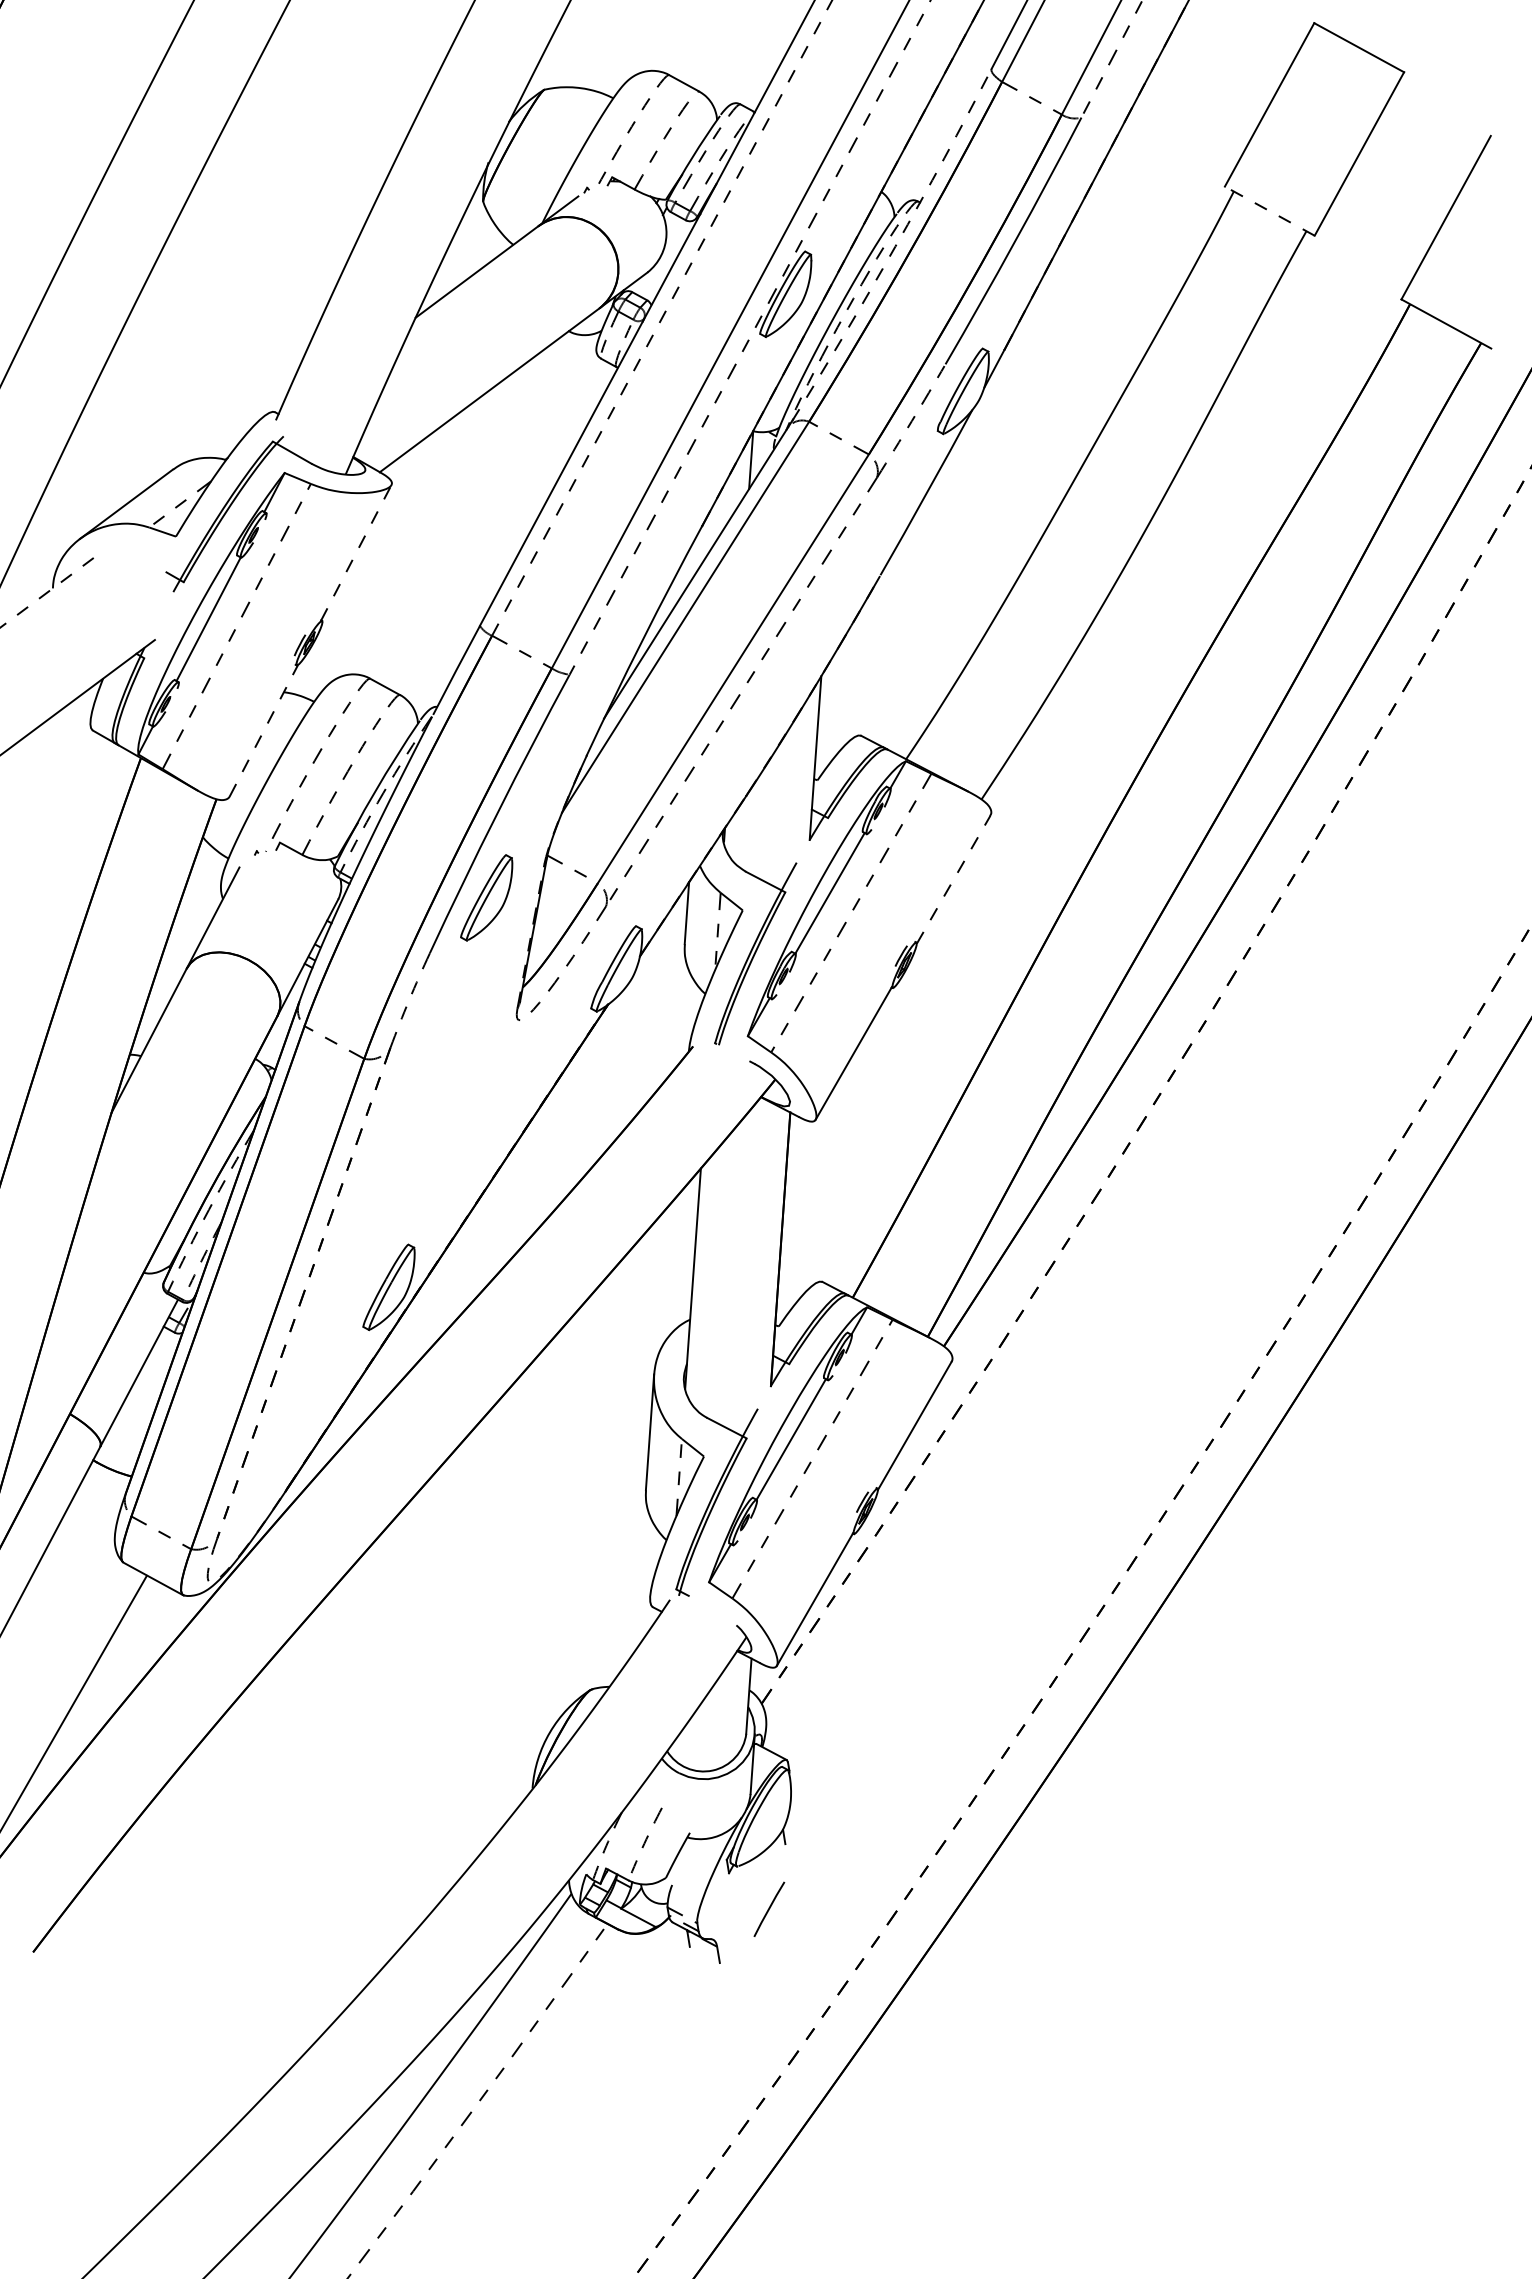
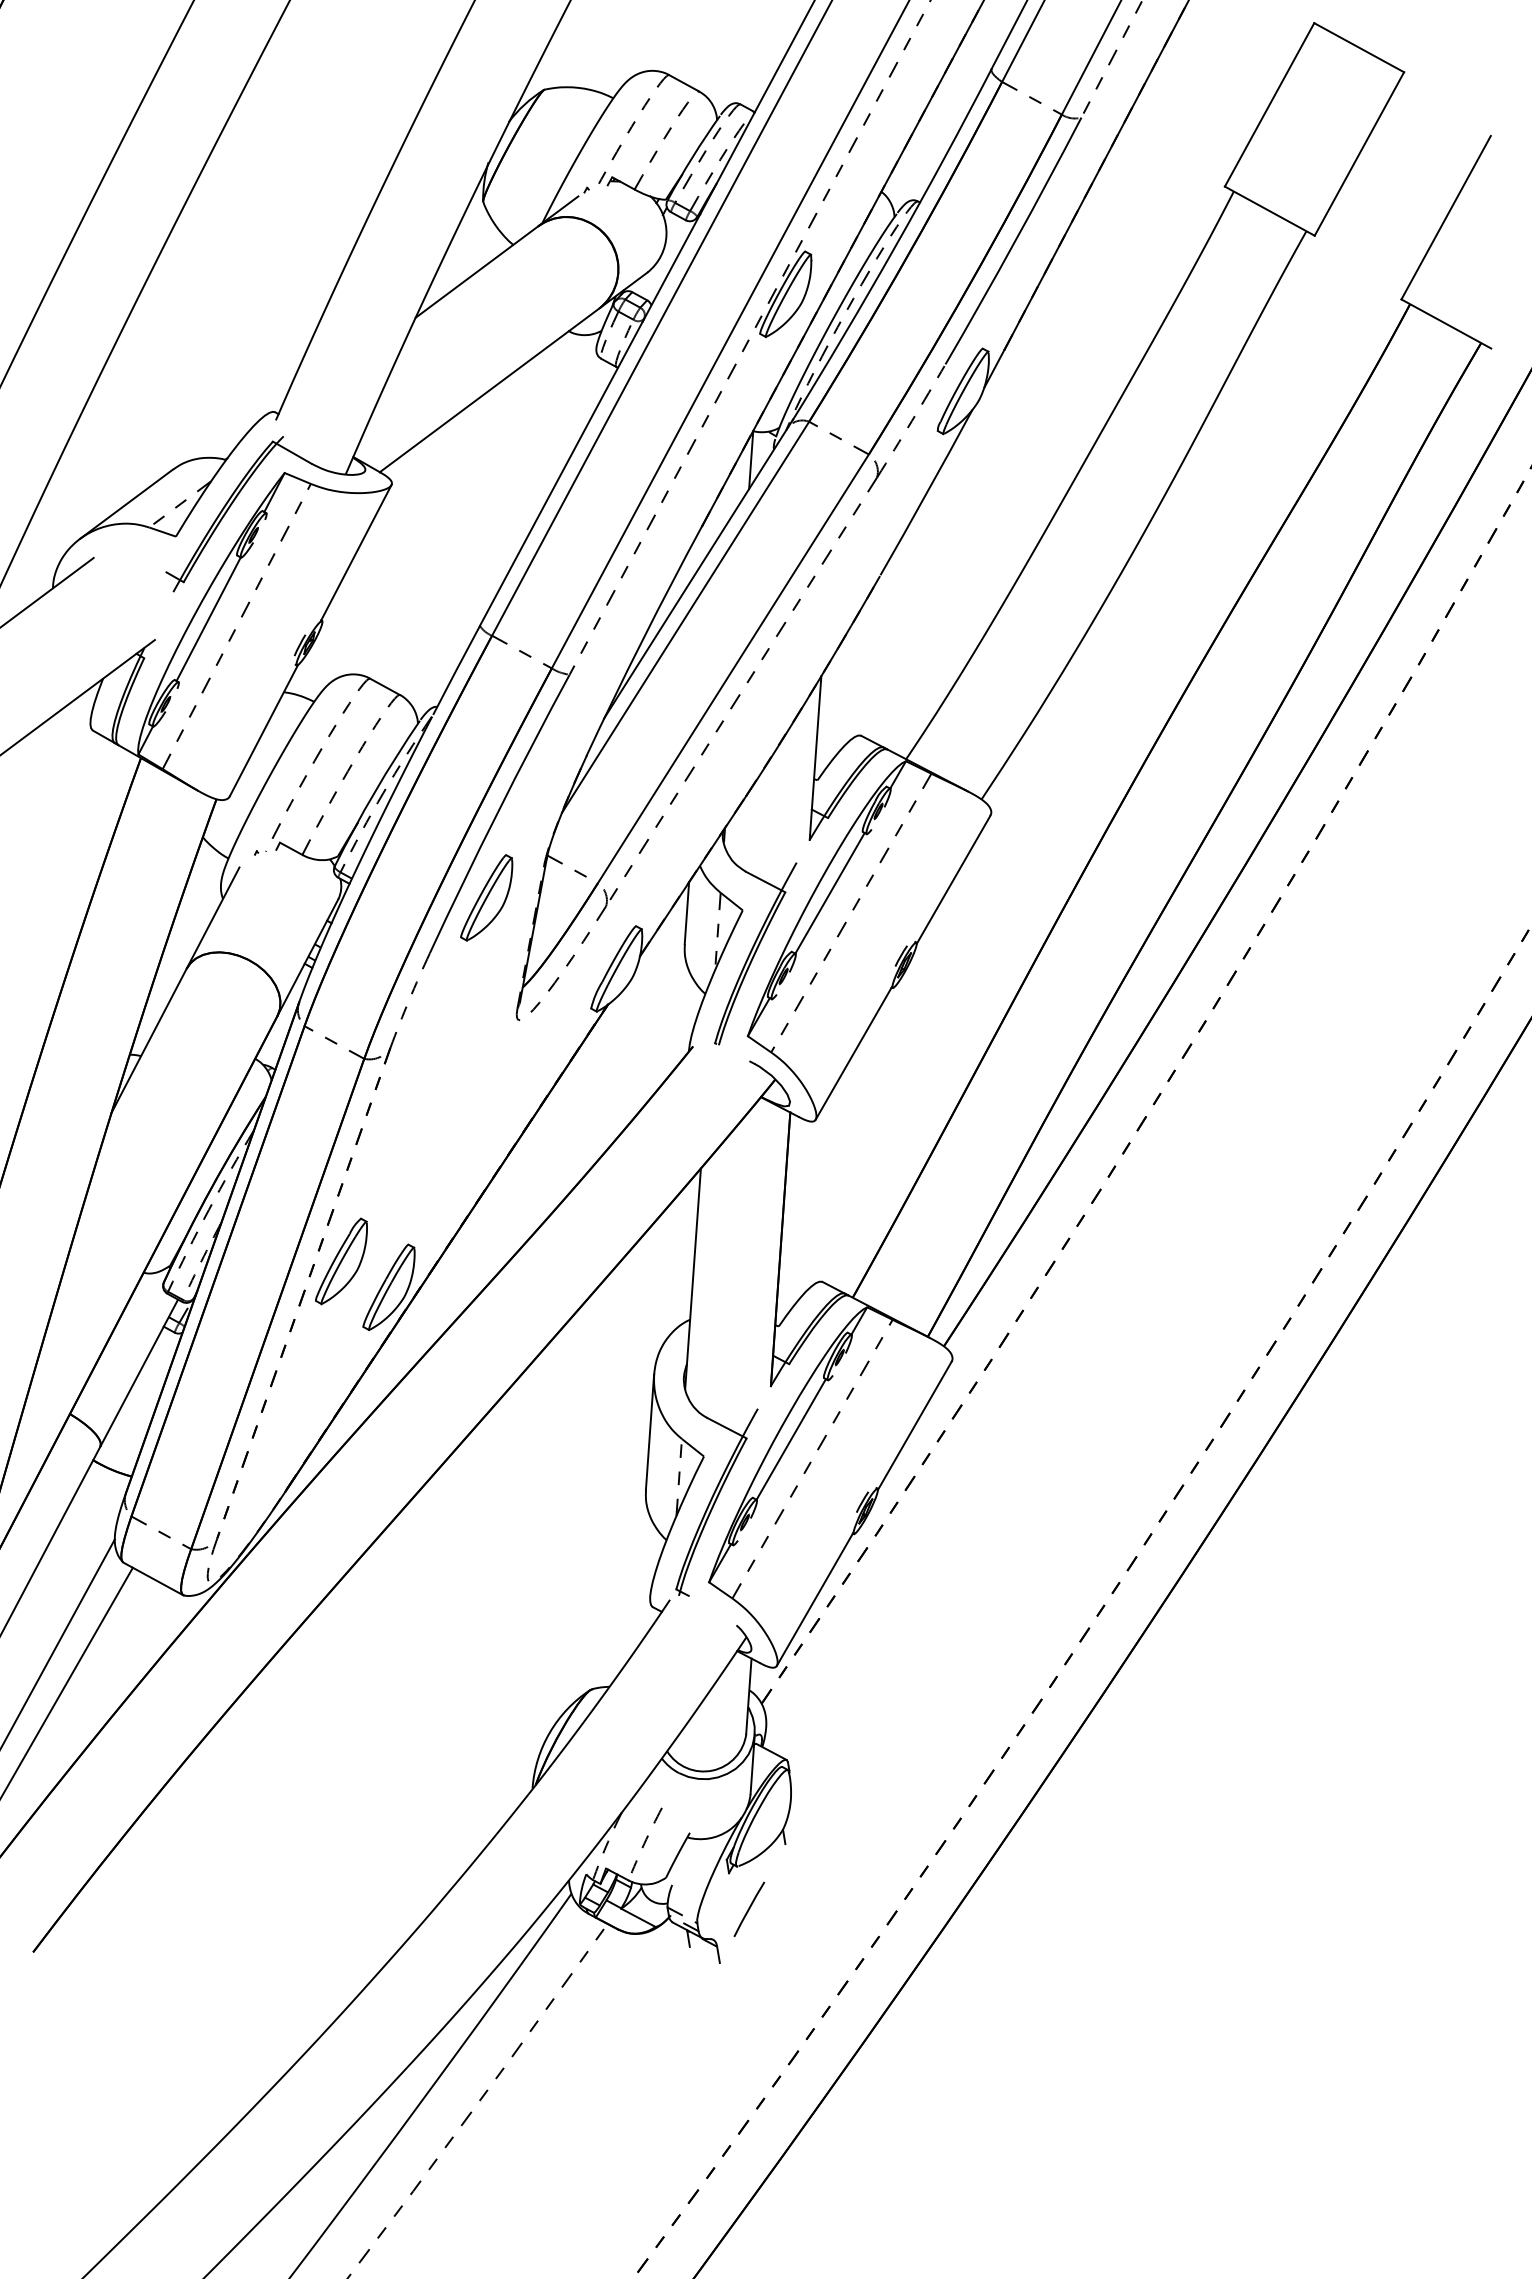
line at (1269, 210): dashed -> solid
arc at (895, 246): dashed -> solid
line at (662, 317): dashed -> solid
line at (356, 552): dashed -> solid
line at (46, 593): dashed -> solid
line at (263, 730): dashed -> solid
line at (953, 879): dashed -> solid
part at (341, 1261): none -> present
line at (58, 1642): none -> present
line at (74, 1701) position: (74, 1701) -> (67, 1681)
line at (769, 1908) position: (769, 1908) -> (749, 1908)
